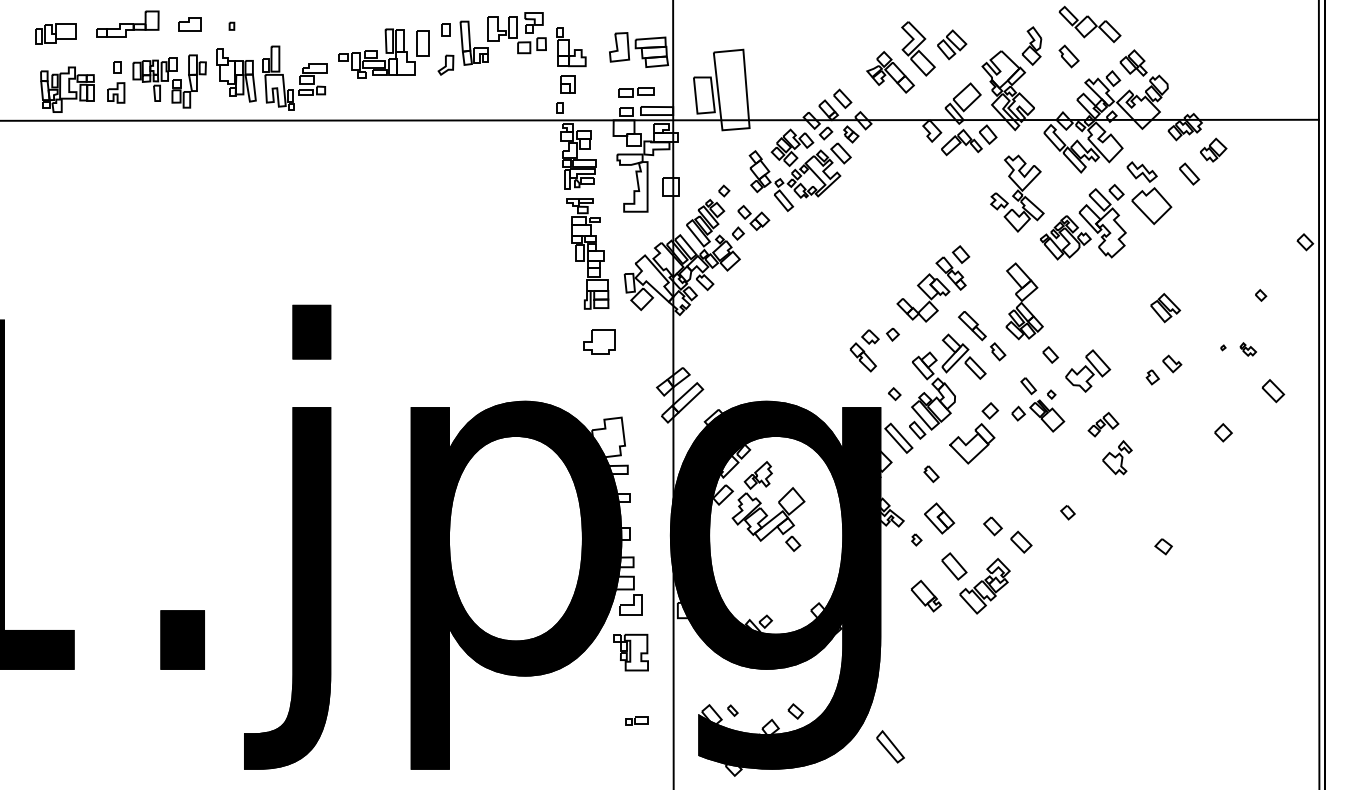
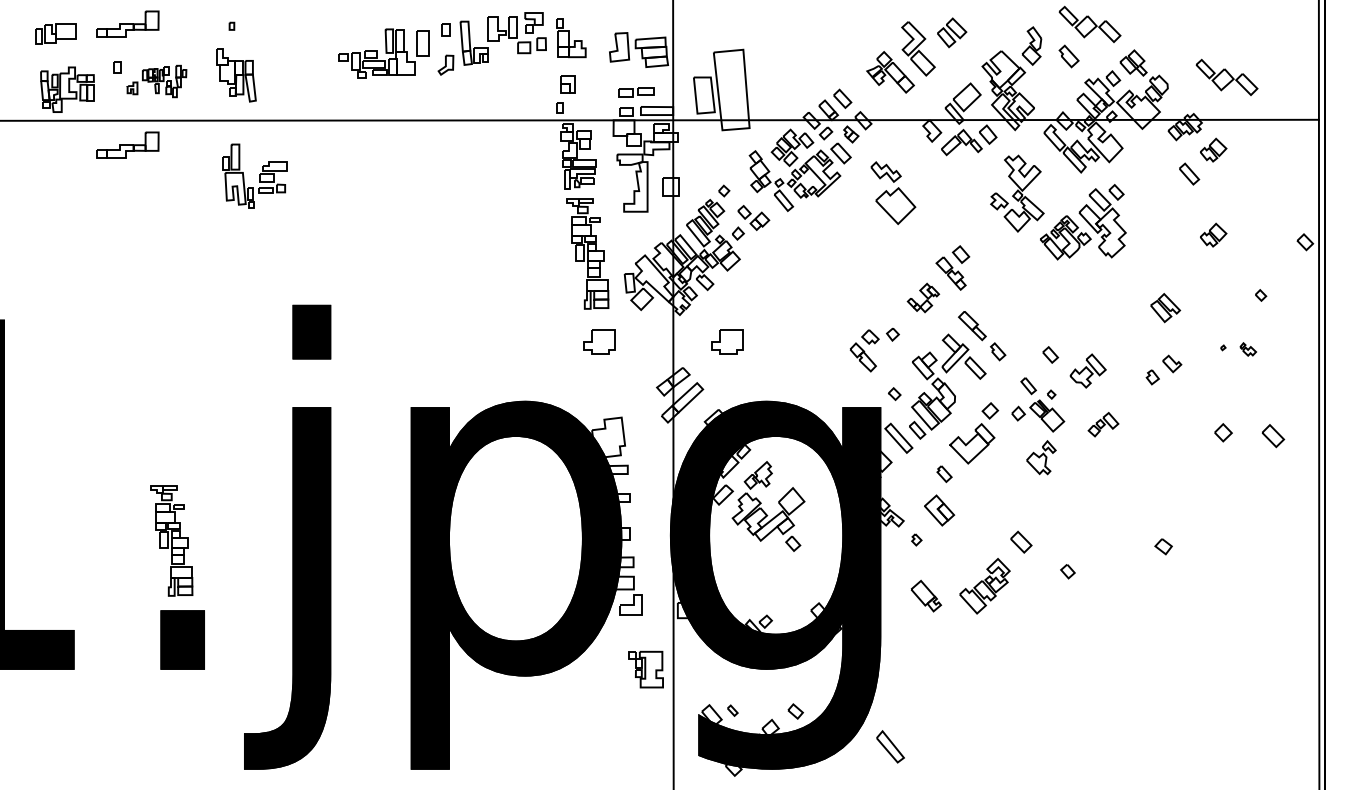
part at (189, 24): present -> none
part at (952, 44) position: (952, 44) -> (952, 32)
part at (571, 47) position: (571, 47) -> (571, 38)
part at (1226, 76): none -> present
part at (294, 77) position: (294, 77) -> (254, 175)
part at (156, 81) size: 100x55 px -> 62x35 px
part at (127, 144): none -> present
part at (1149, 192) position: (1149, 192) -> (893, 192)
part at (1213, 234): none -> present
part at (923, 297) size: 55x50 px -> 35x32 px
part at (1024, 301): present -> none
part at (727, 341): none -> present
part at (1088, 370) size: 47x44 px -> 38x36 px
part at (1273, 391) position: (1273, 391) -> (1273, 436)
part at (1117, 457) position: (1117, 457) -> (1041, 457)
part at (931, 474) position: (931, 474) -> (944, 474)
line at (1065, 514) position: (1065, 514) -> (1065, 573)
part at (939, 518) position: (939, 518) -> (939, 510)
part at (992, 526): present -> none
part at (171, 540): none -> present
part at (954, 566): present -> none
part at (630, 652) position: (630, 652) -> (645, 669)
part at (636, 720): present -> none
